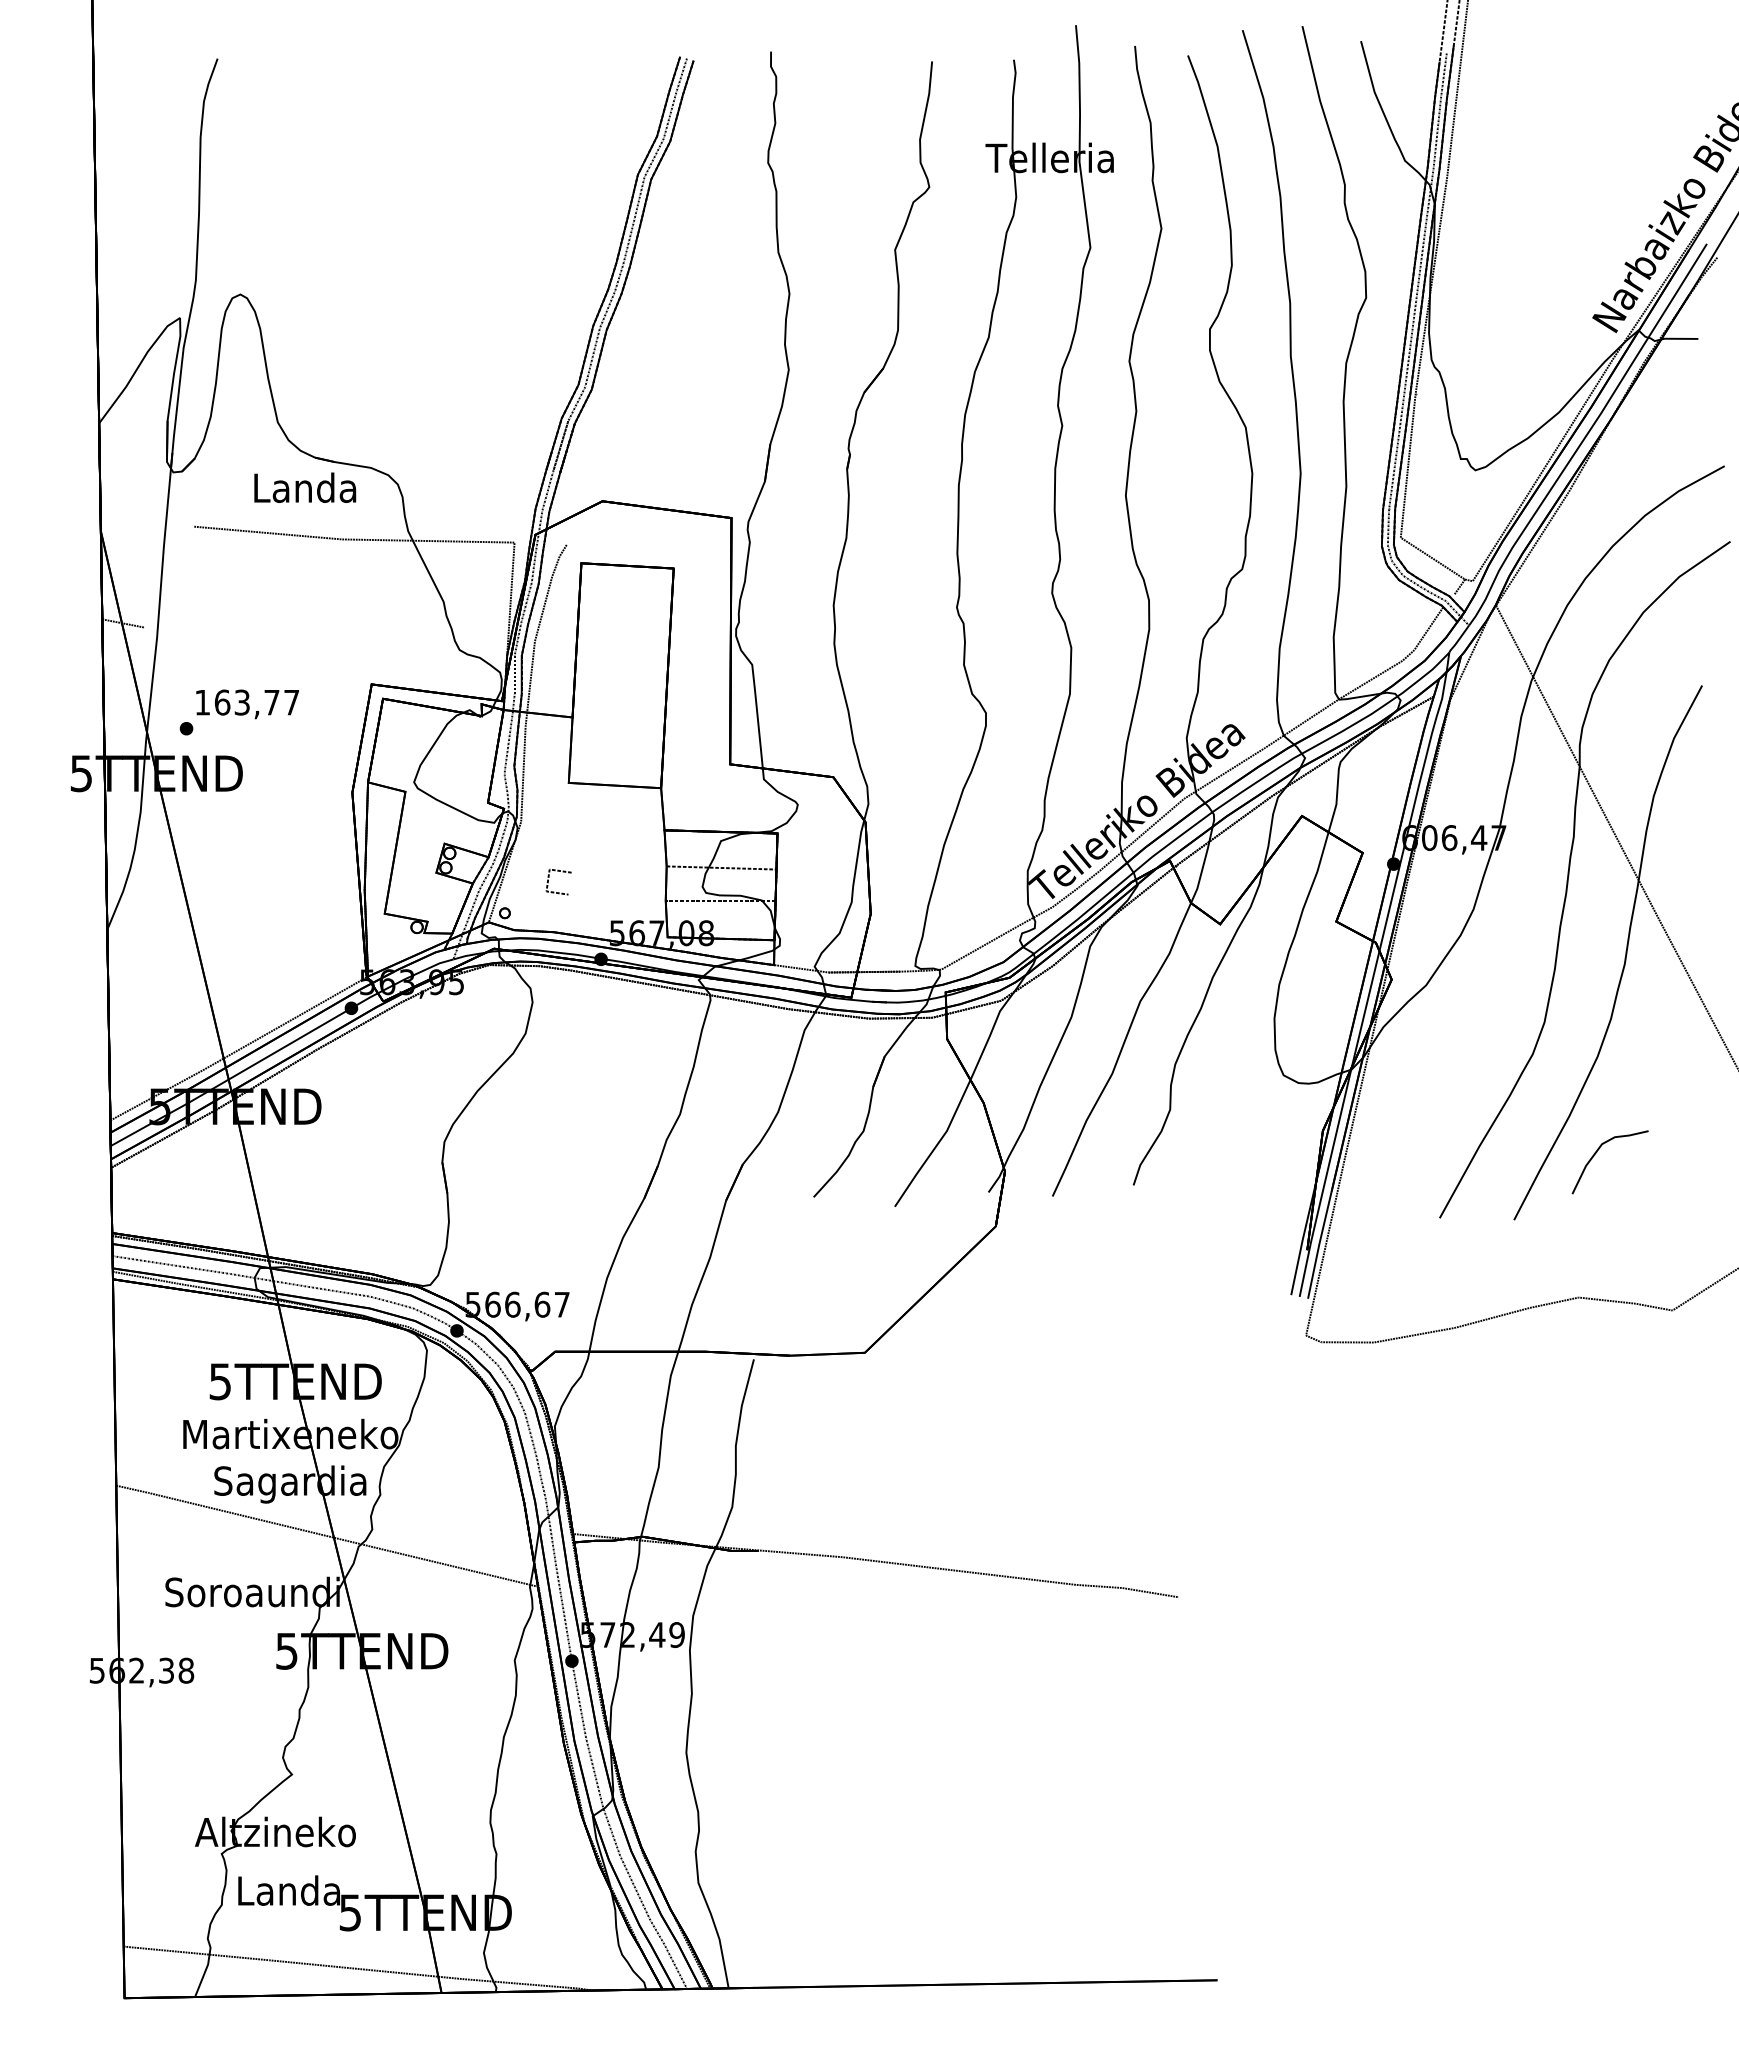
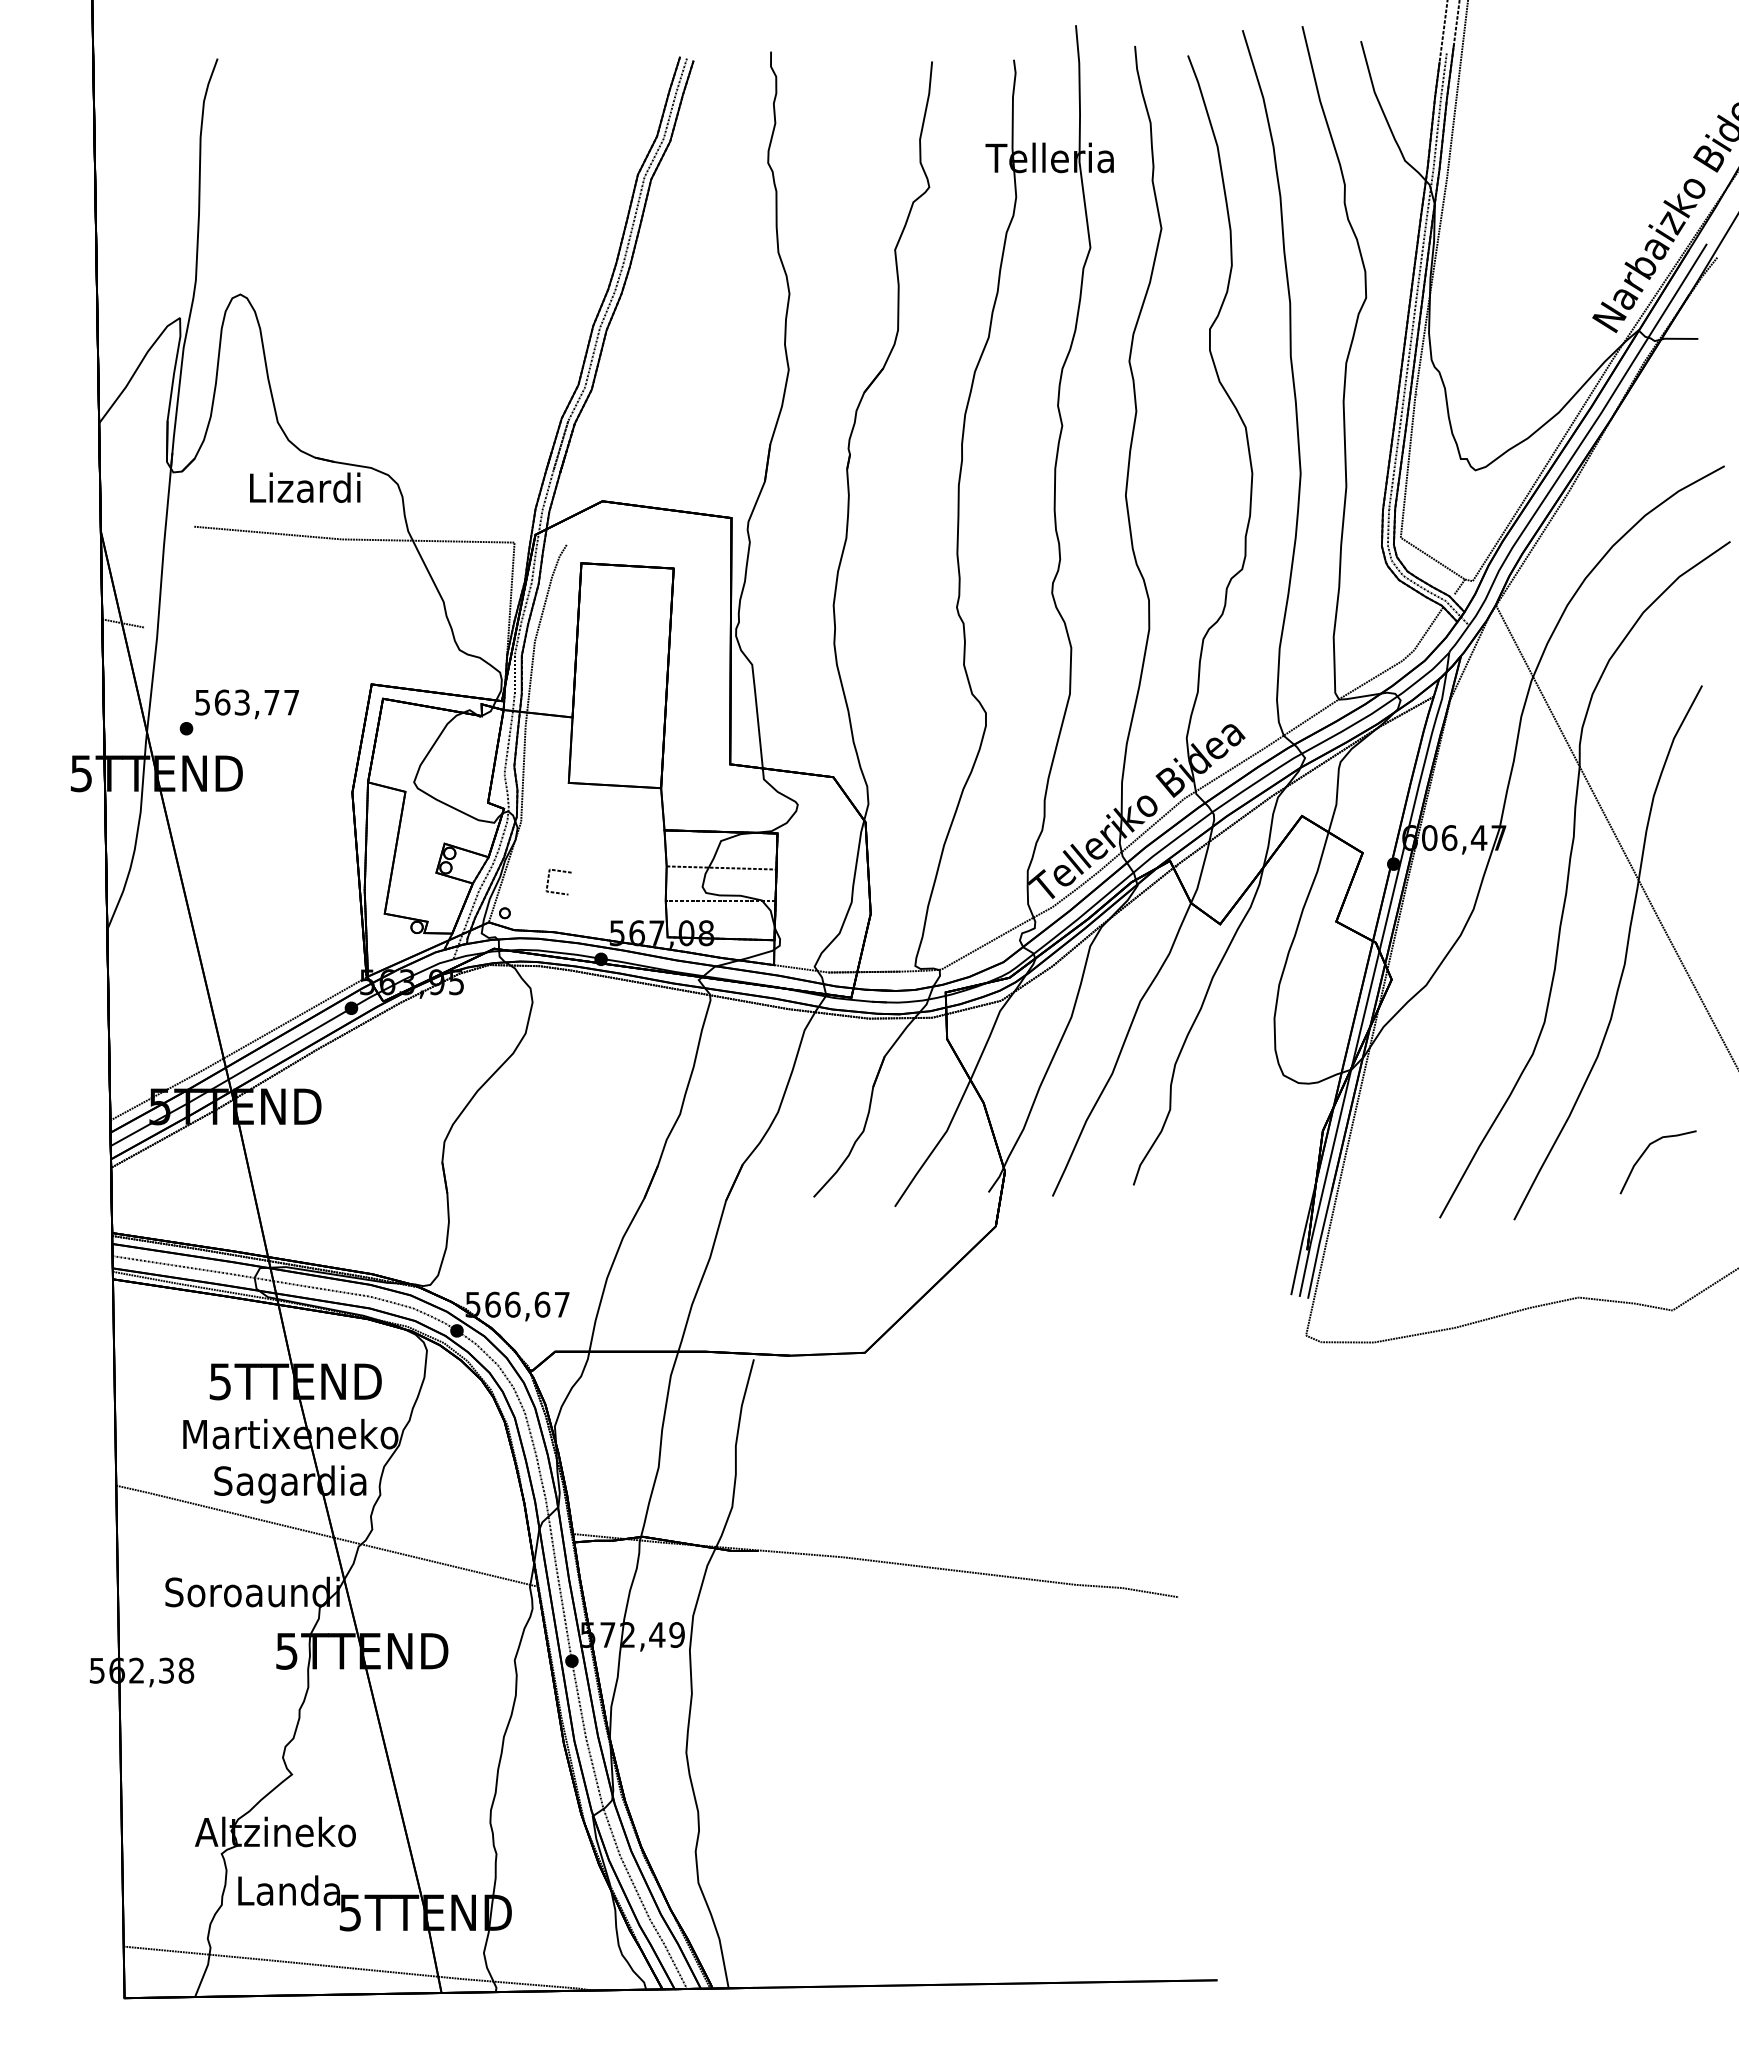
text at (305, 487): Landa -> Lizardi
text at (202, 702): 163,77 -> 563,77
curve at (1597, 1152) position: (1597, 1152) -> (1645, 1152)
